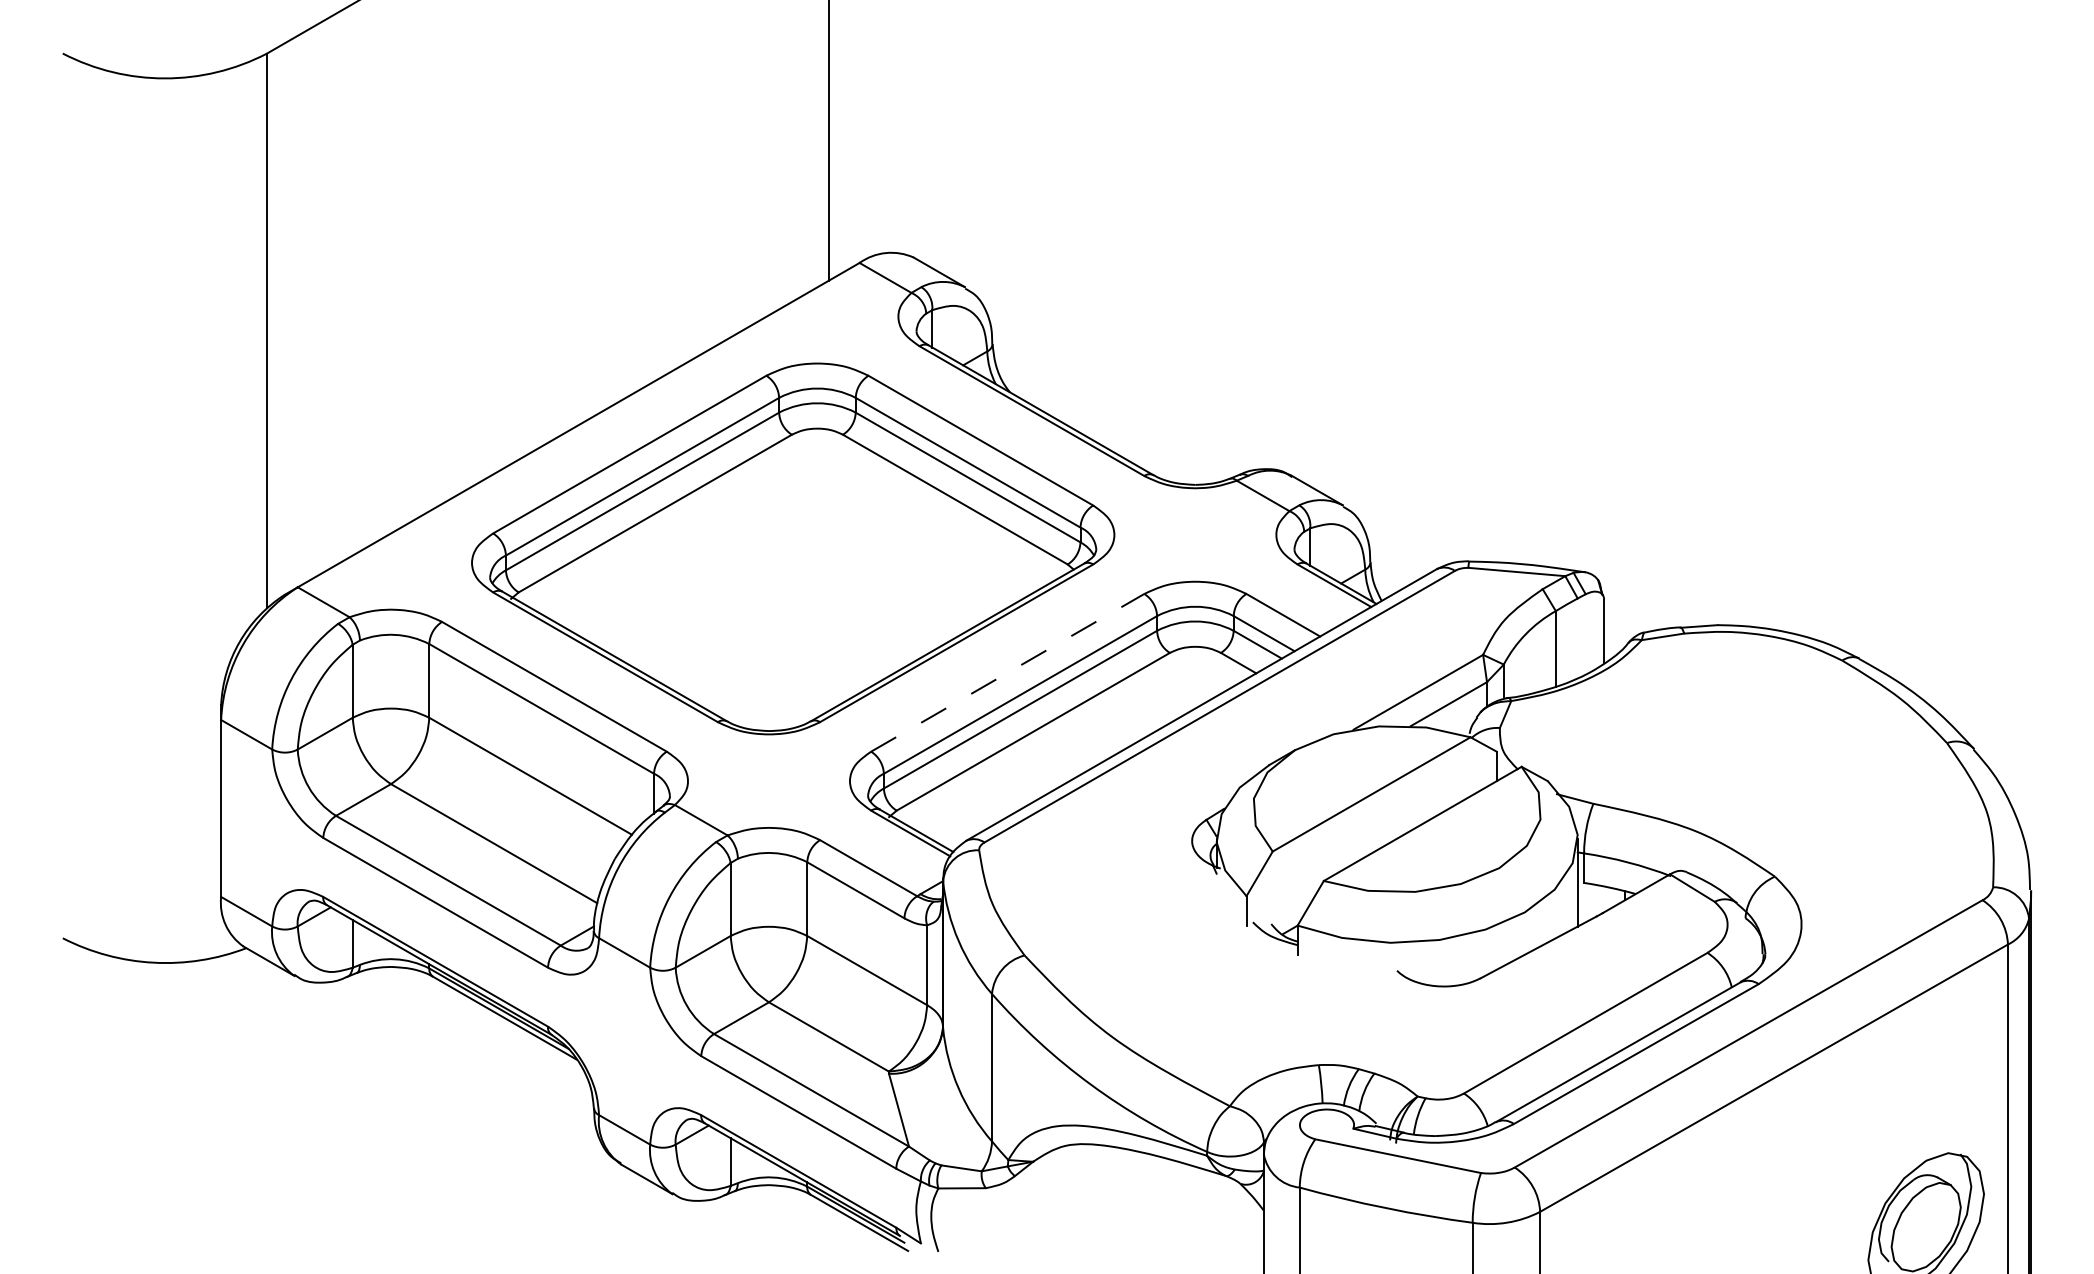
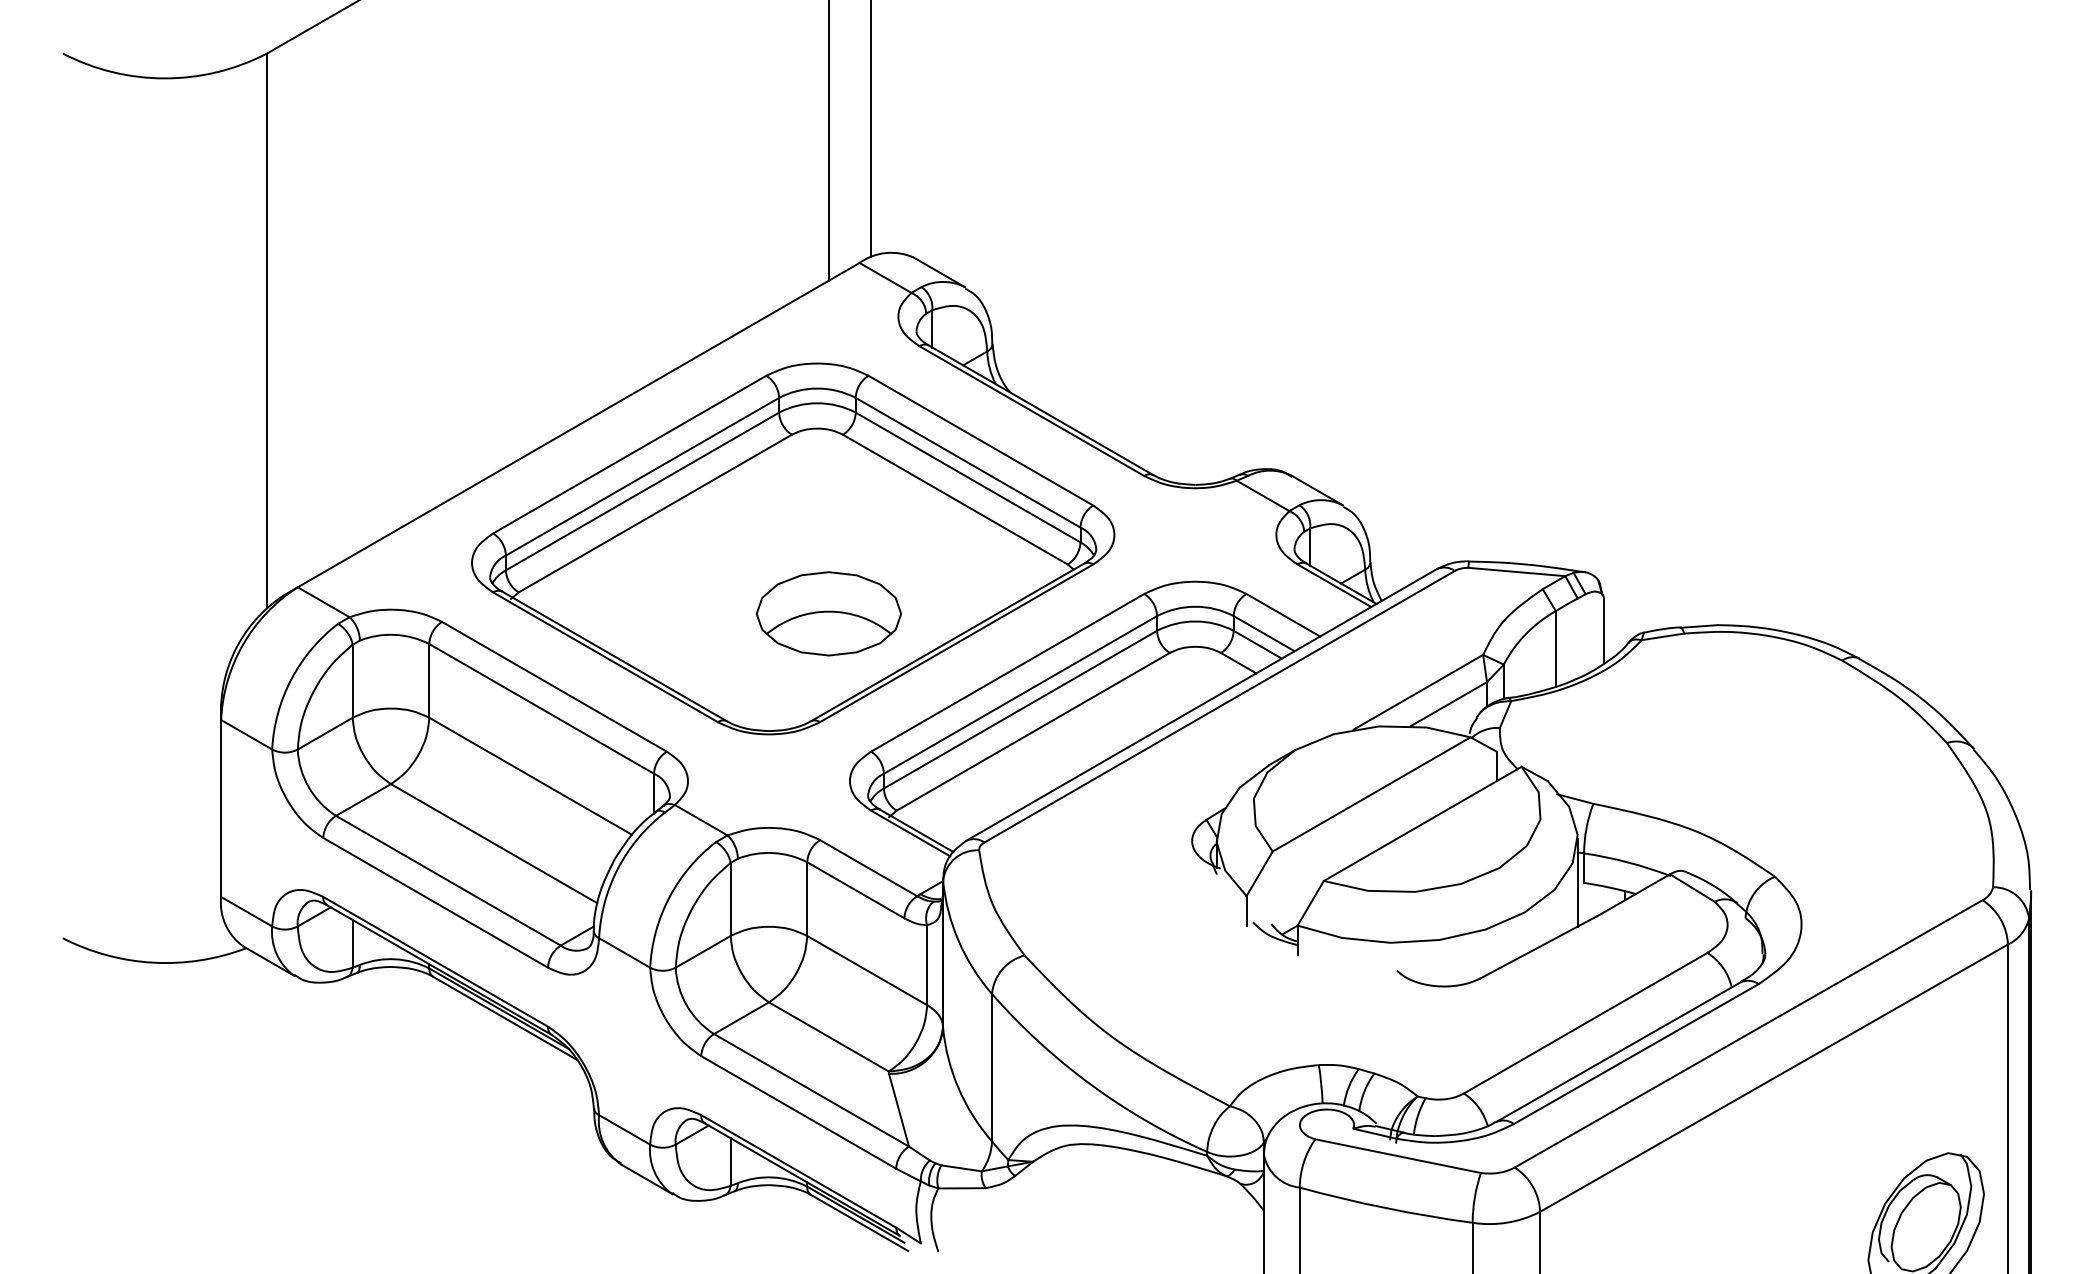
line at (871, 129): none -> present
part at (828, 613): none -> present
line at (1007, 672): dashed -> solid
